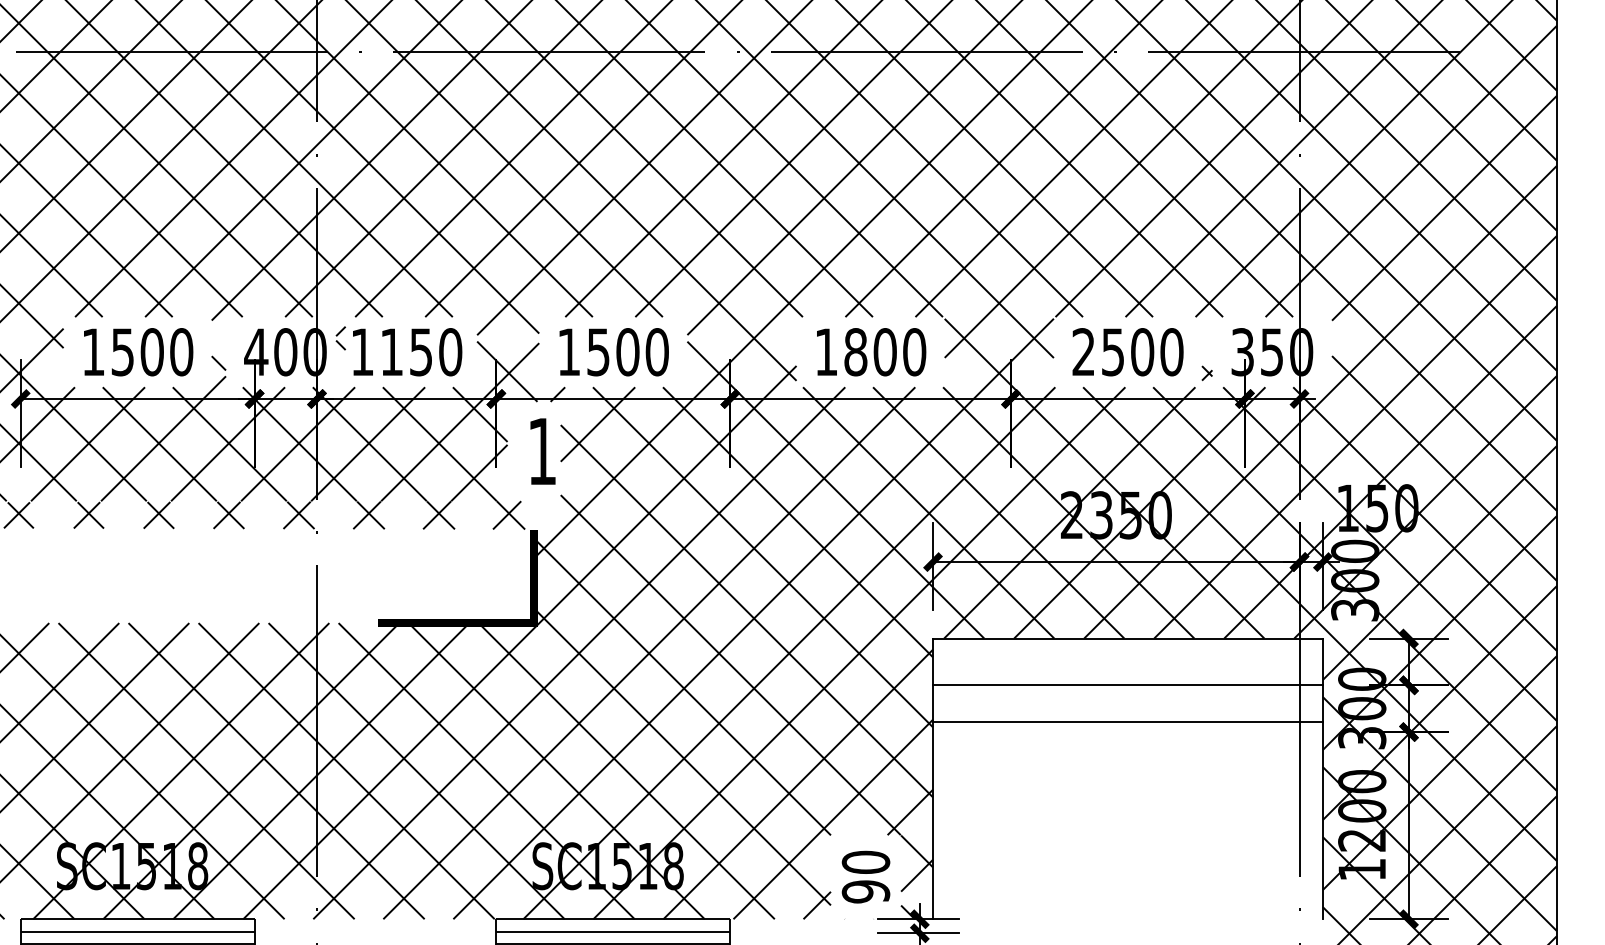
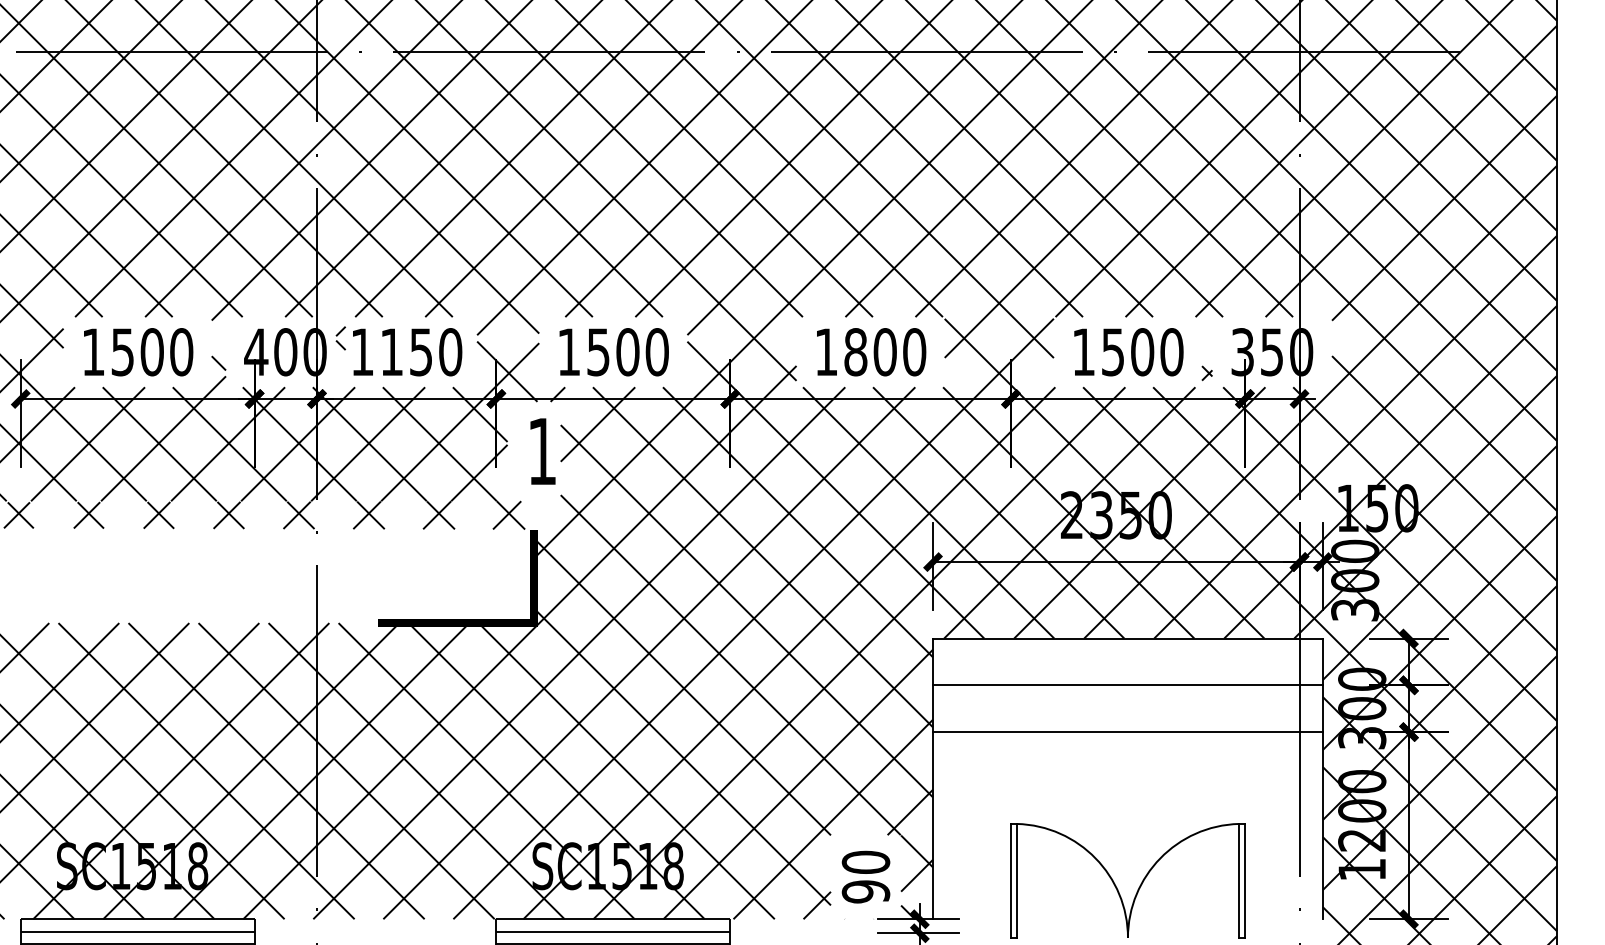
text at (1083, 351): 2500 -> 1500
line at (1127, 722) position: (1127, 722) -> (1127, 732)
part at (1116, 885): none -> present
